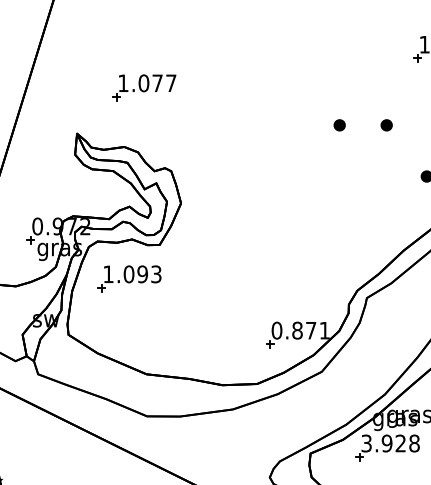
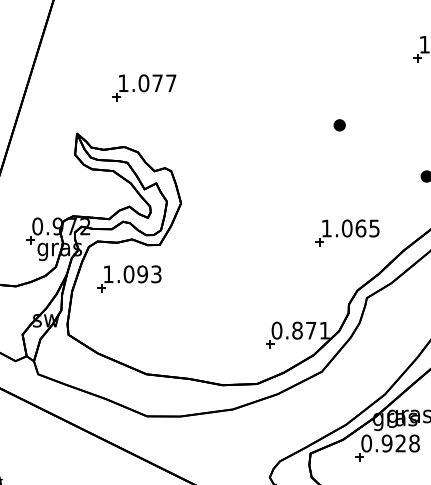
part at (386, 125): present -> none
part at (347, 232): none -> present
text at (366, 443): 3.928 -> 0.928
